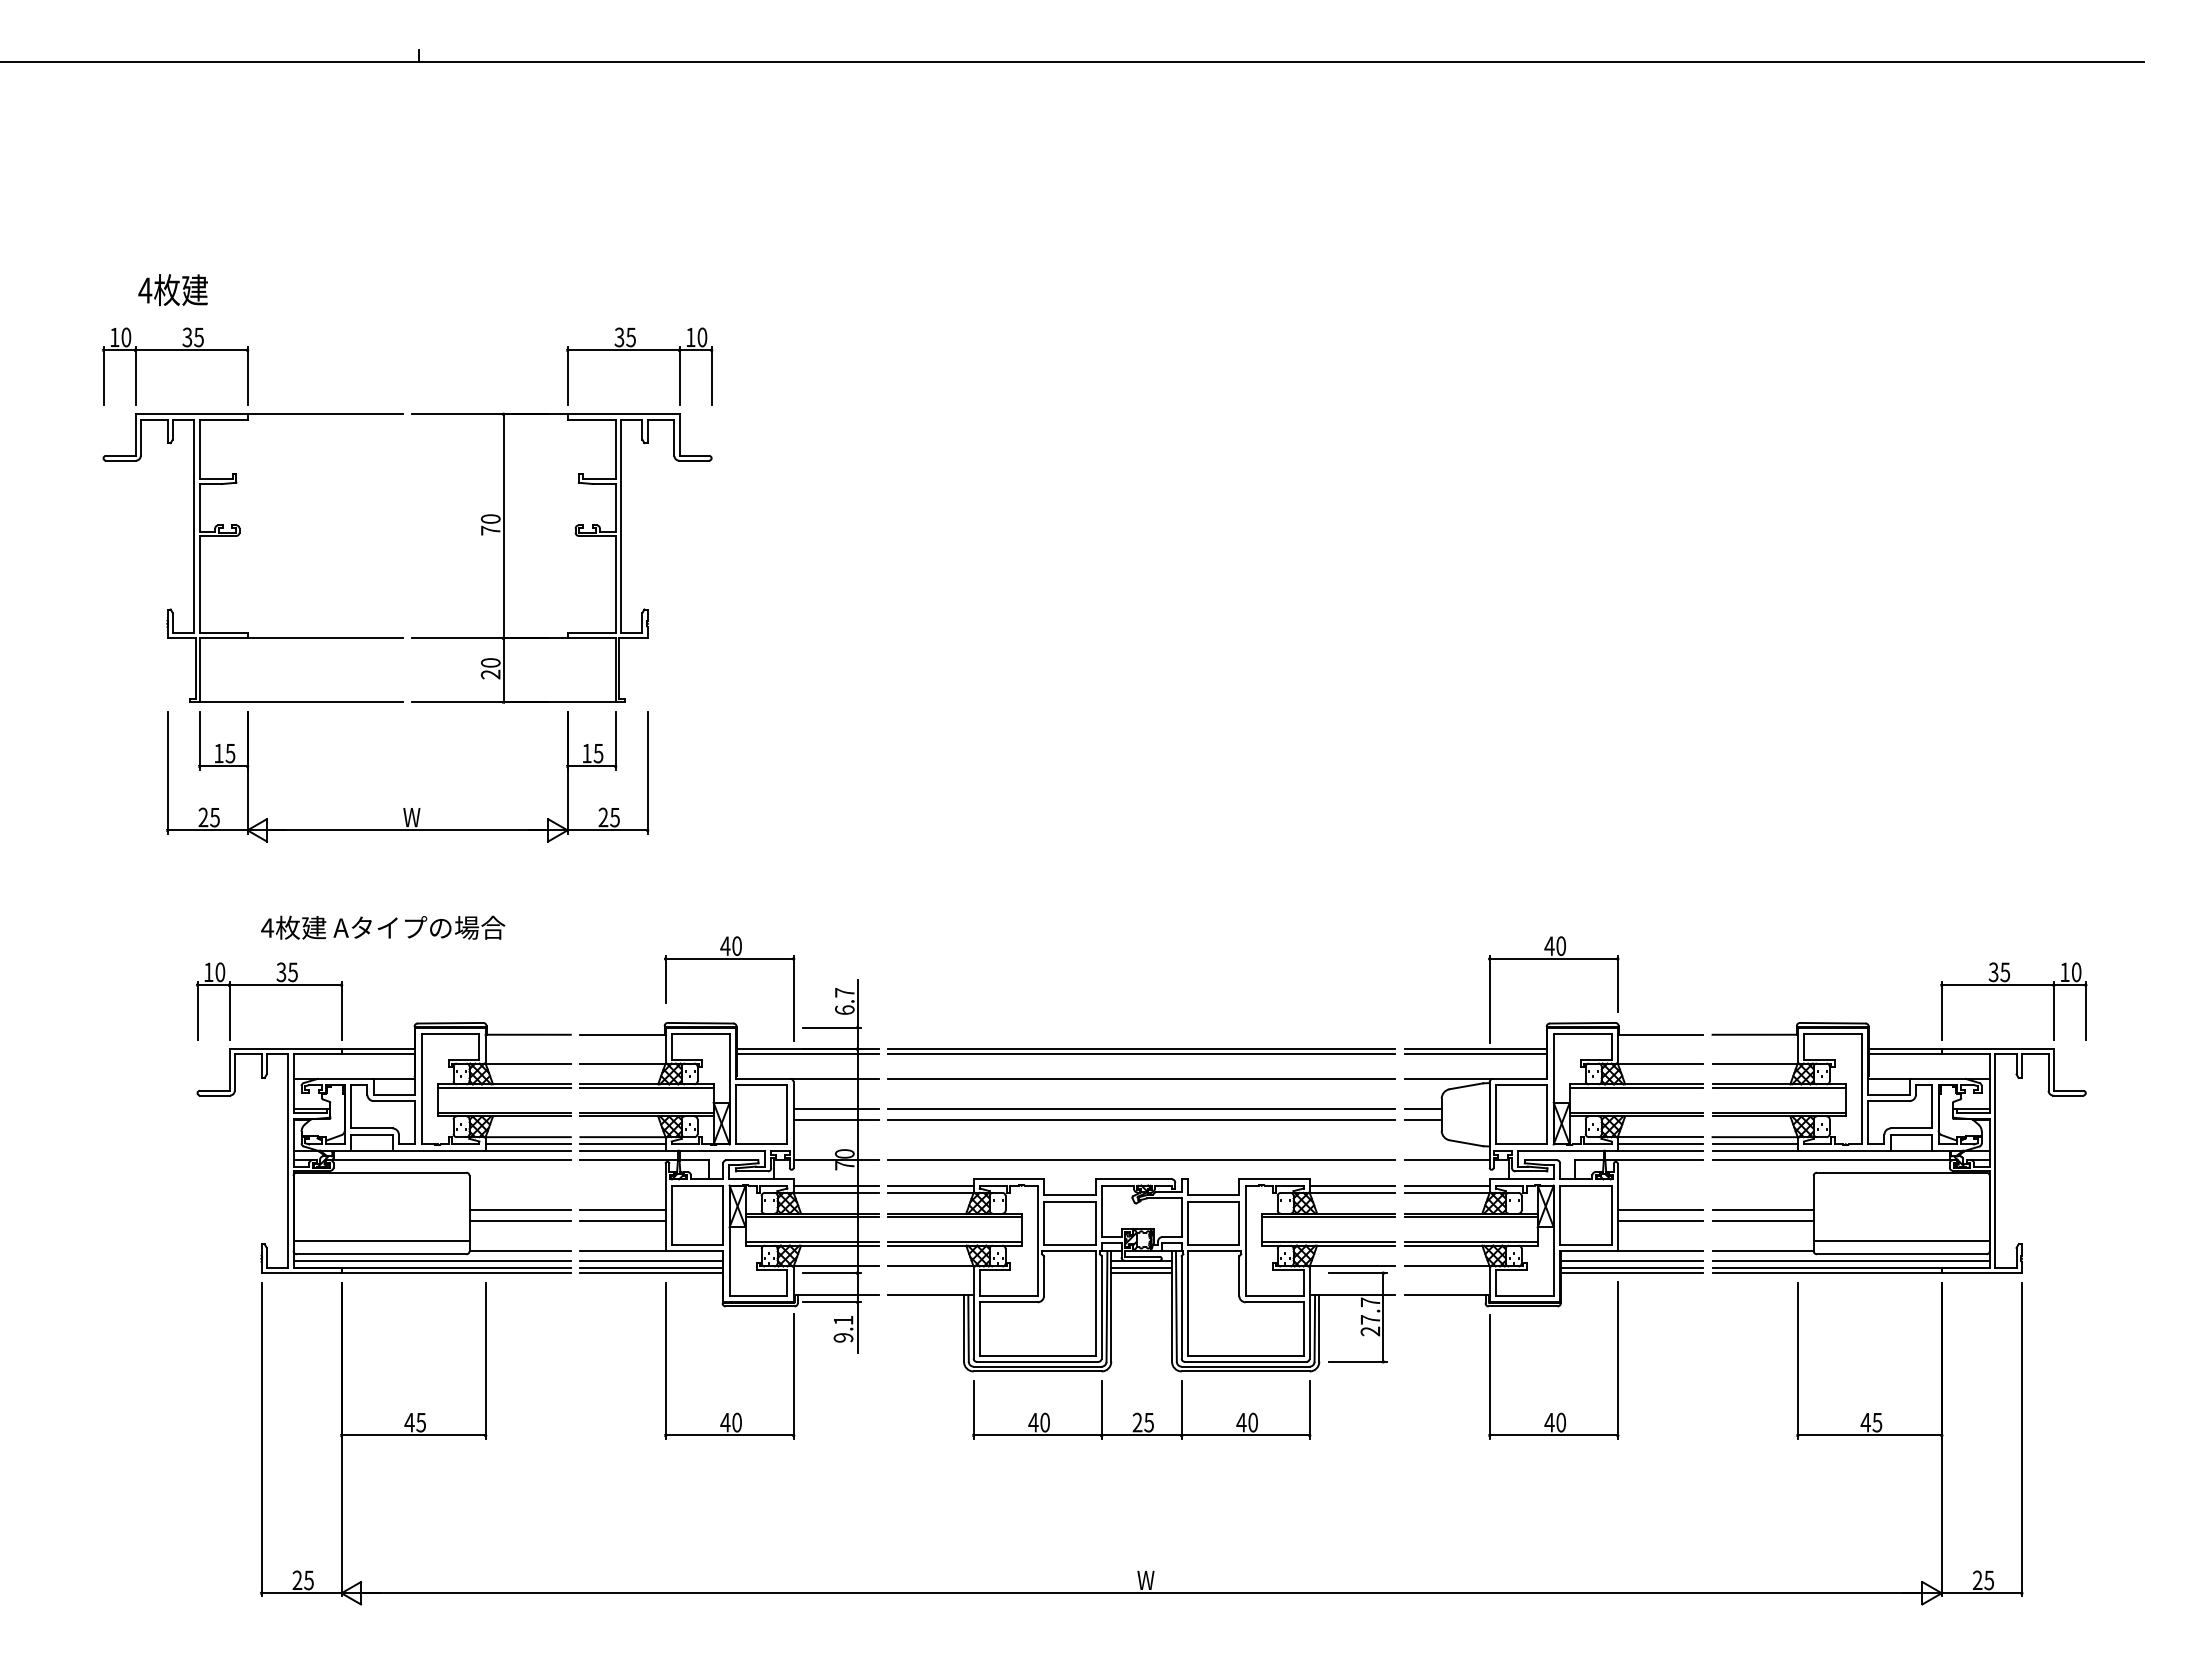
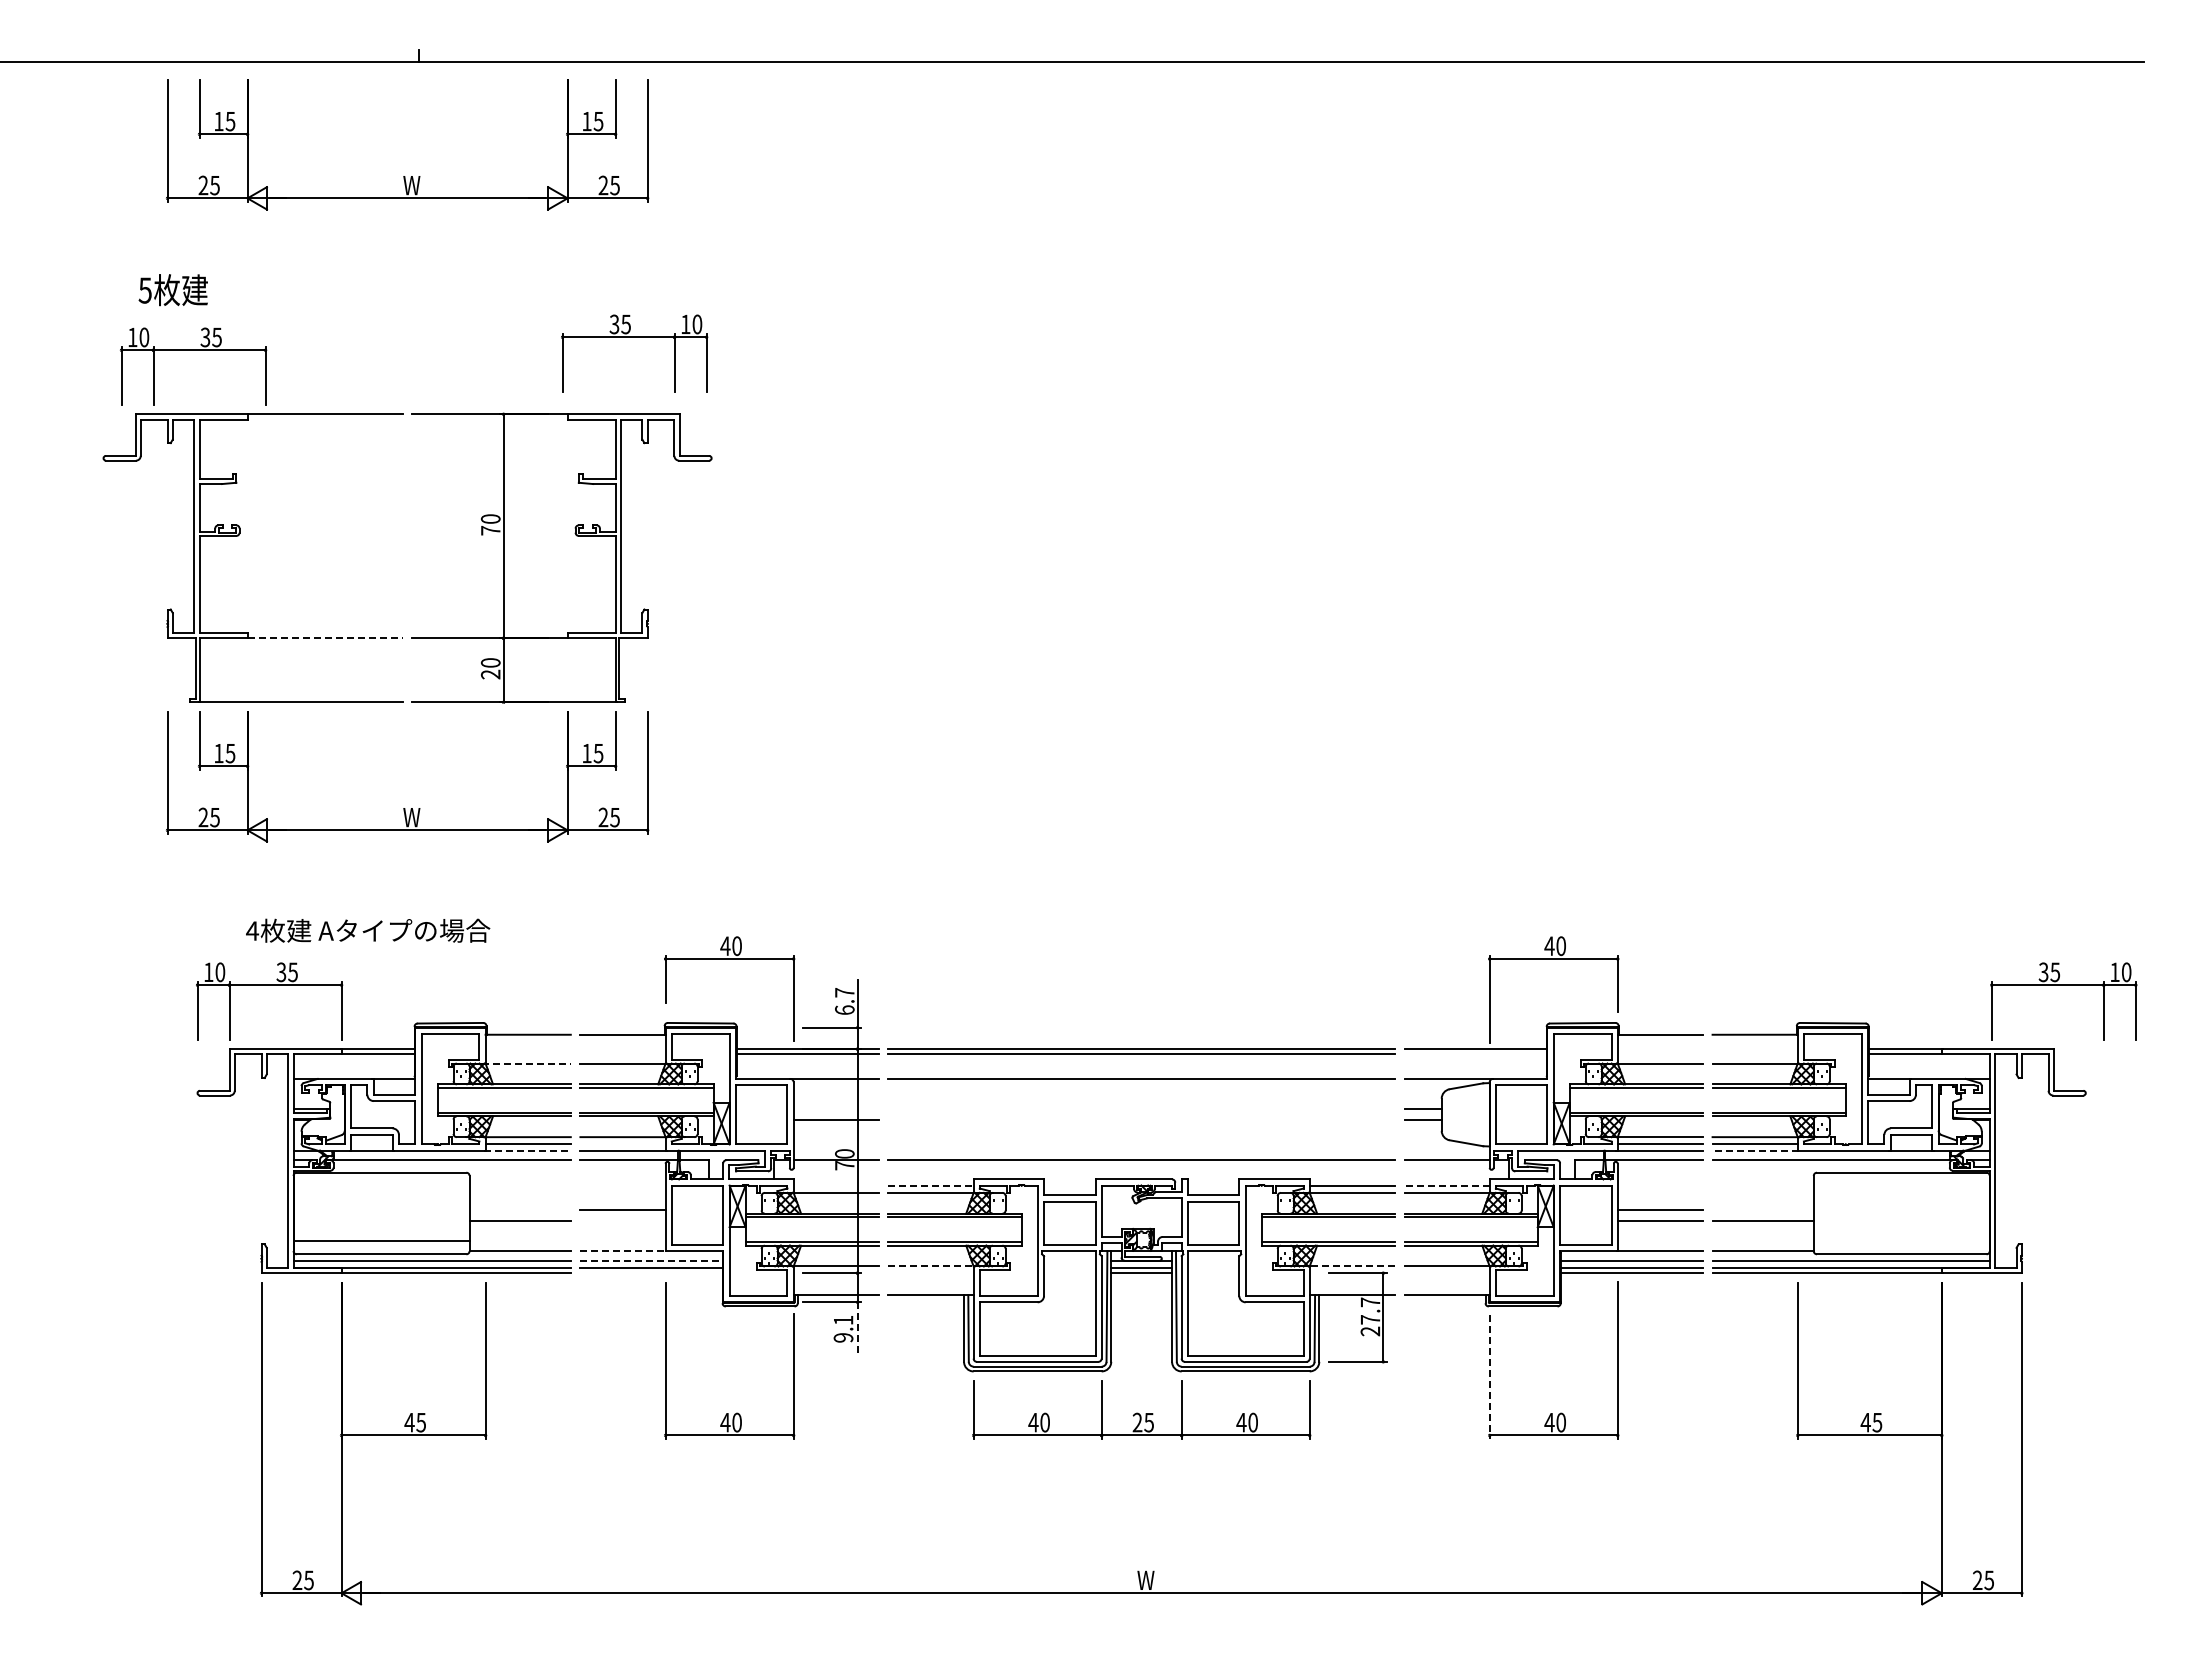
part at (405, 176): none -> present
text at (145, 290): 4 -> 5
part at (175, 350) position: (175, 350) -> (193, 350)
part at (639, 350) position: (639, 350) -> (634, 337)
line at (325, 638): solid -> dashed
text at (383, 927) position: (383, 927) -> (368, 930)
part at (2013, 985) position: (2013, 985) -> (2063, 985)
line at (1475, 1053): present -> none
line at (526, 1063): solid -> dashed
line at (835, 1109): present -> none
line at (1141, 1109): present -> none
line at (1141, 1120): present -> none
line at (622, 1143): present -> none
line at (527, 1150): solid -> dashed
line at (1755, 1150): solid -> dashed
line at (835, 1186): present -> none
line at (931, 1186): solid -> dashed
line at (1447, 1186): solid -> dashed
line at (519, 1209): present -> none
line at (1762, 1209): present -> none
line at (622, 1220): present -> none
line at (1901, 1241): present -> none
line at (623, 1251): solid -> dashed
line at (651, 1260): solid -> dashed
line at (932, 1266): solid -> dashed
line at (1351, 1266): solid -> dashed
line at (651, 1273): present -> none
line at (857, 1327): solid -> dashed
line at (1489, 1376): solid -> dashed
